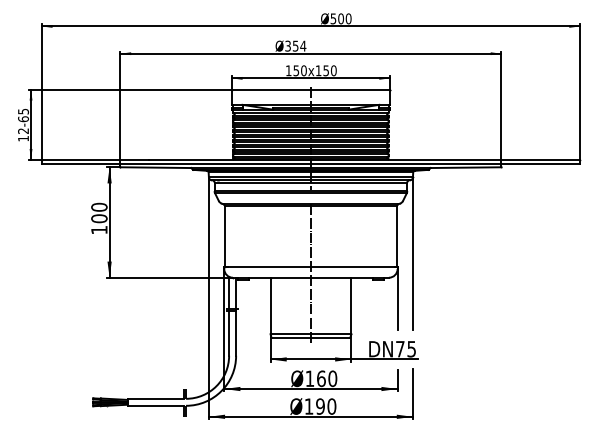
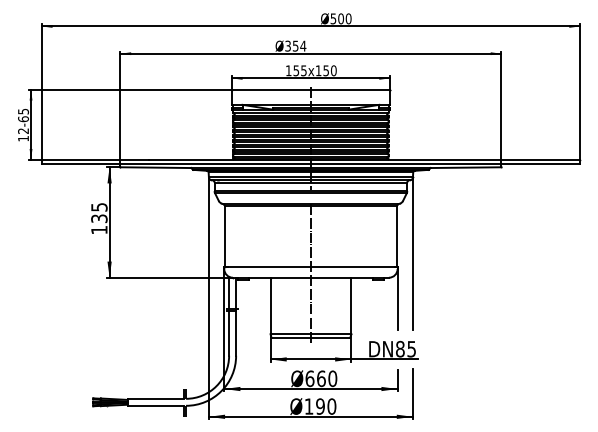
text at (303, 70): 150 -> 155
text at (99, 212): 100 -> 135
text at (400, 348): 75 -> 85
text at (309, 378): 160 -> 660
